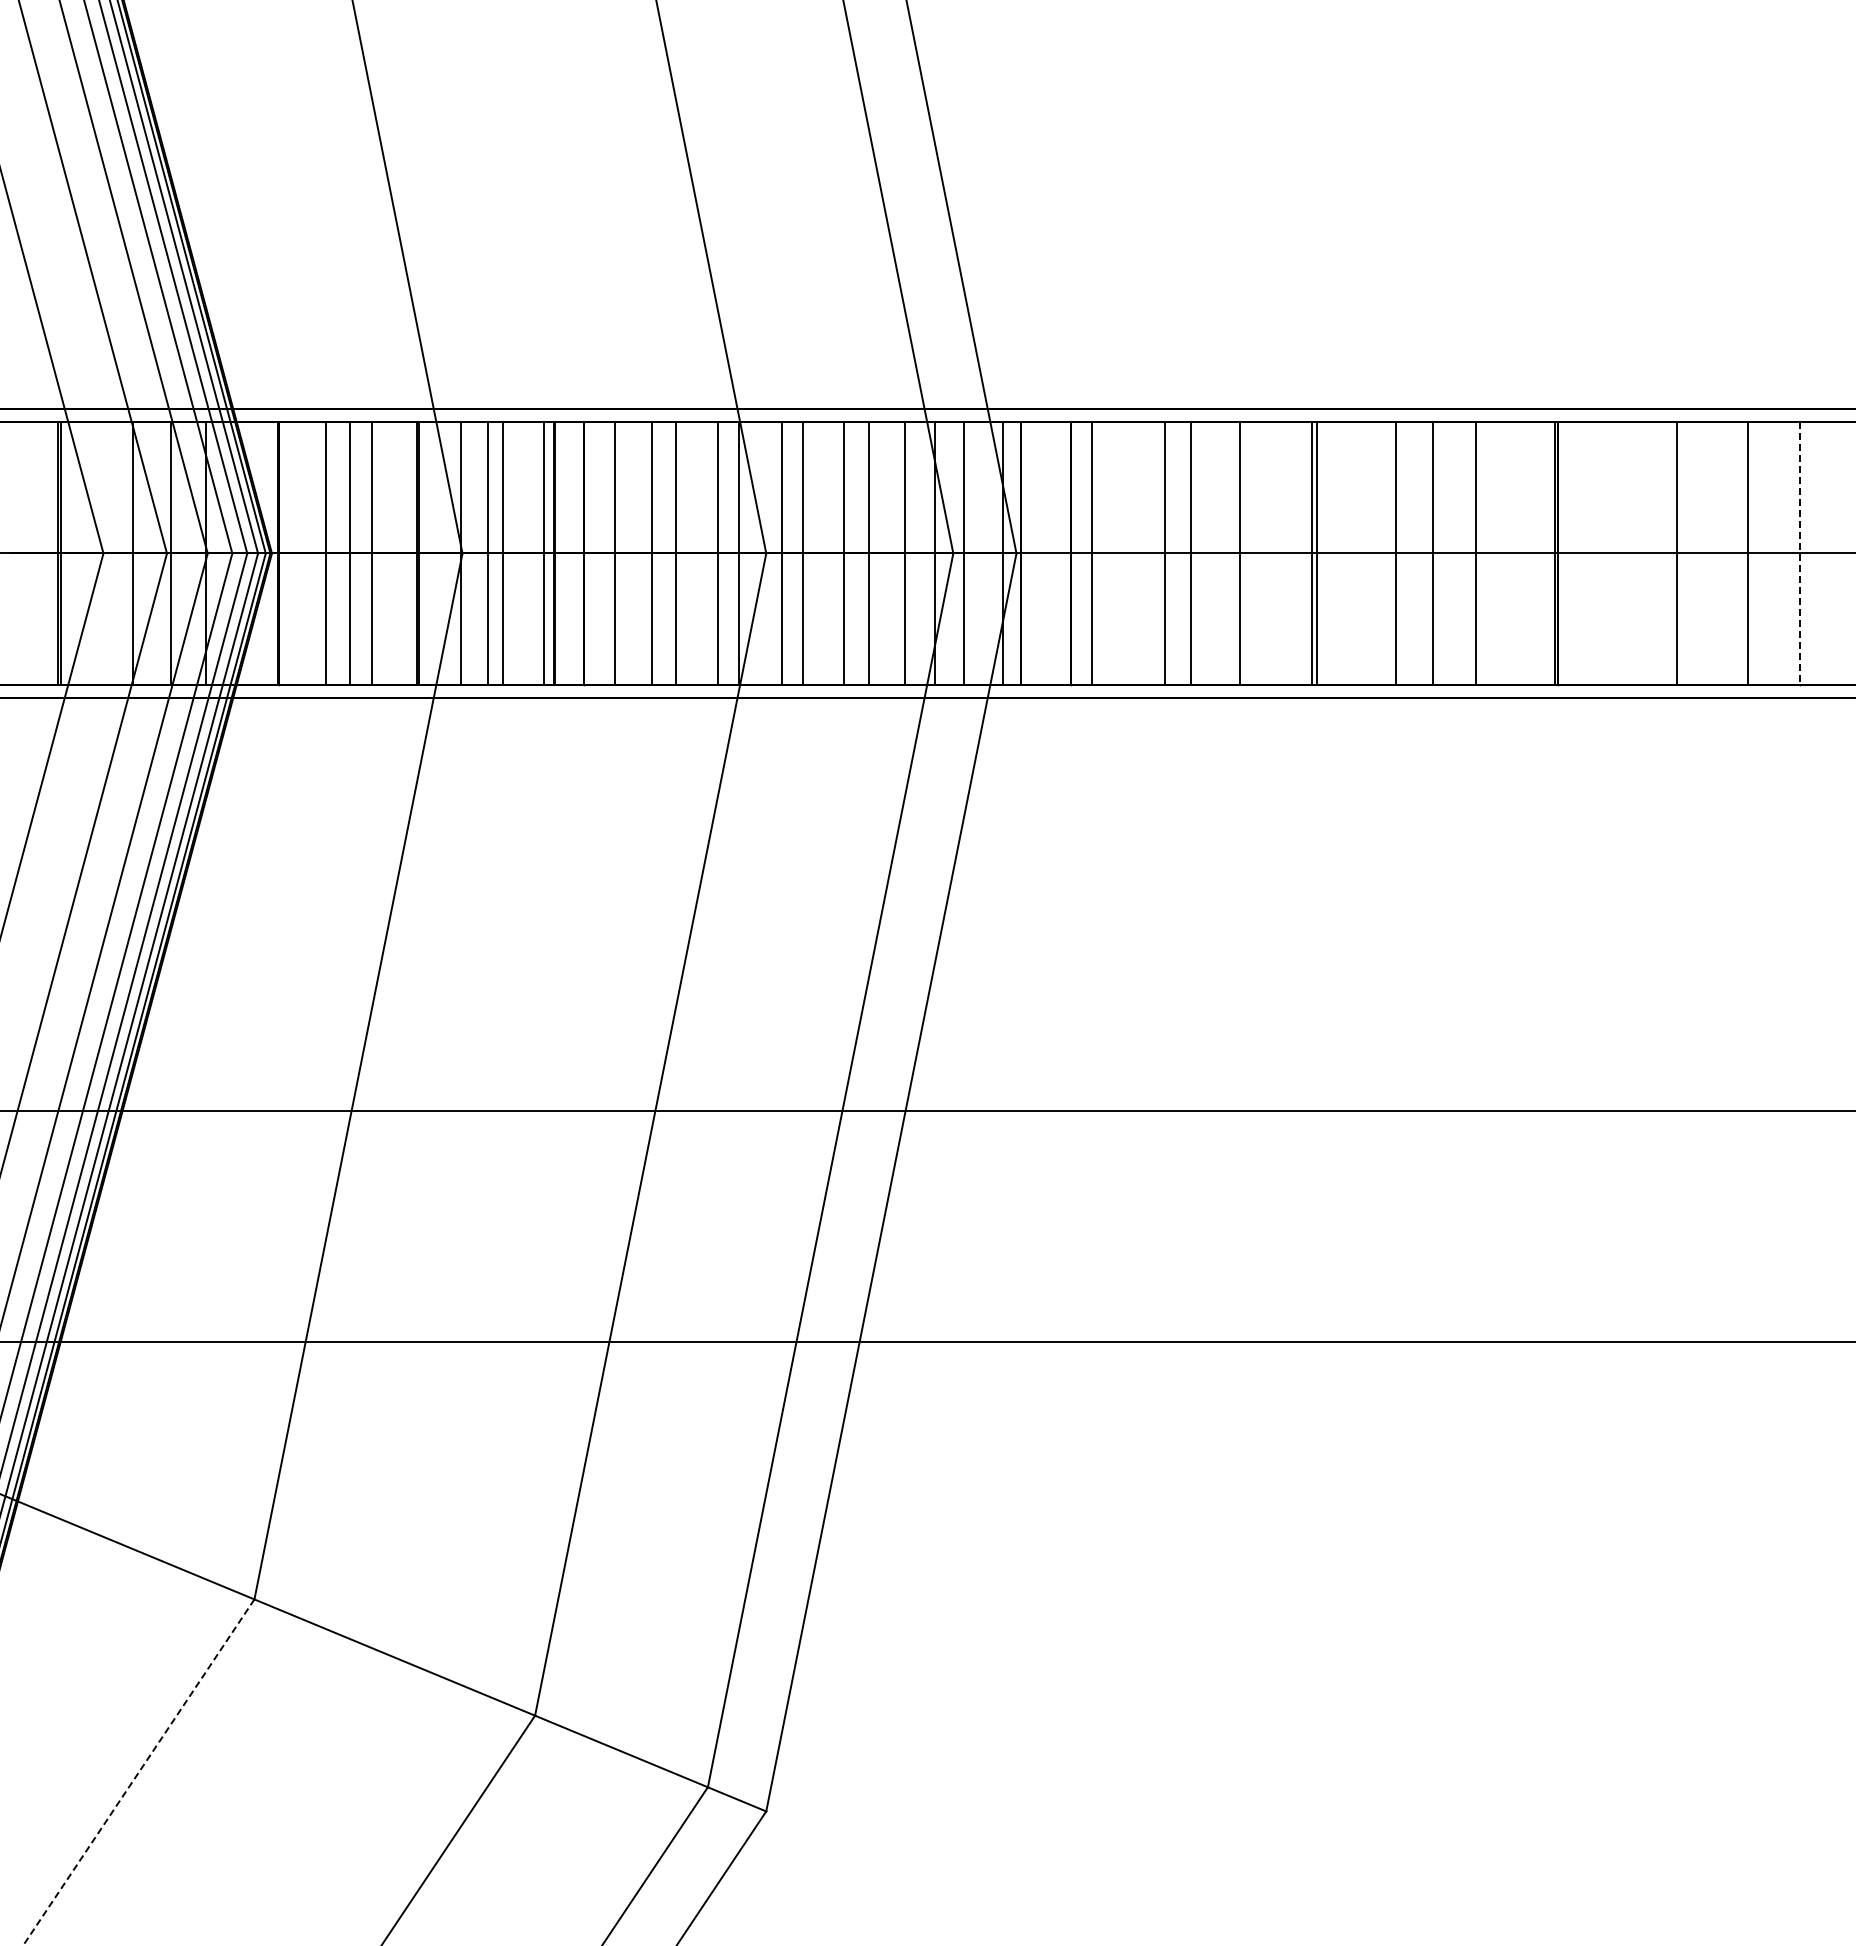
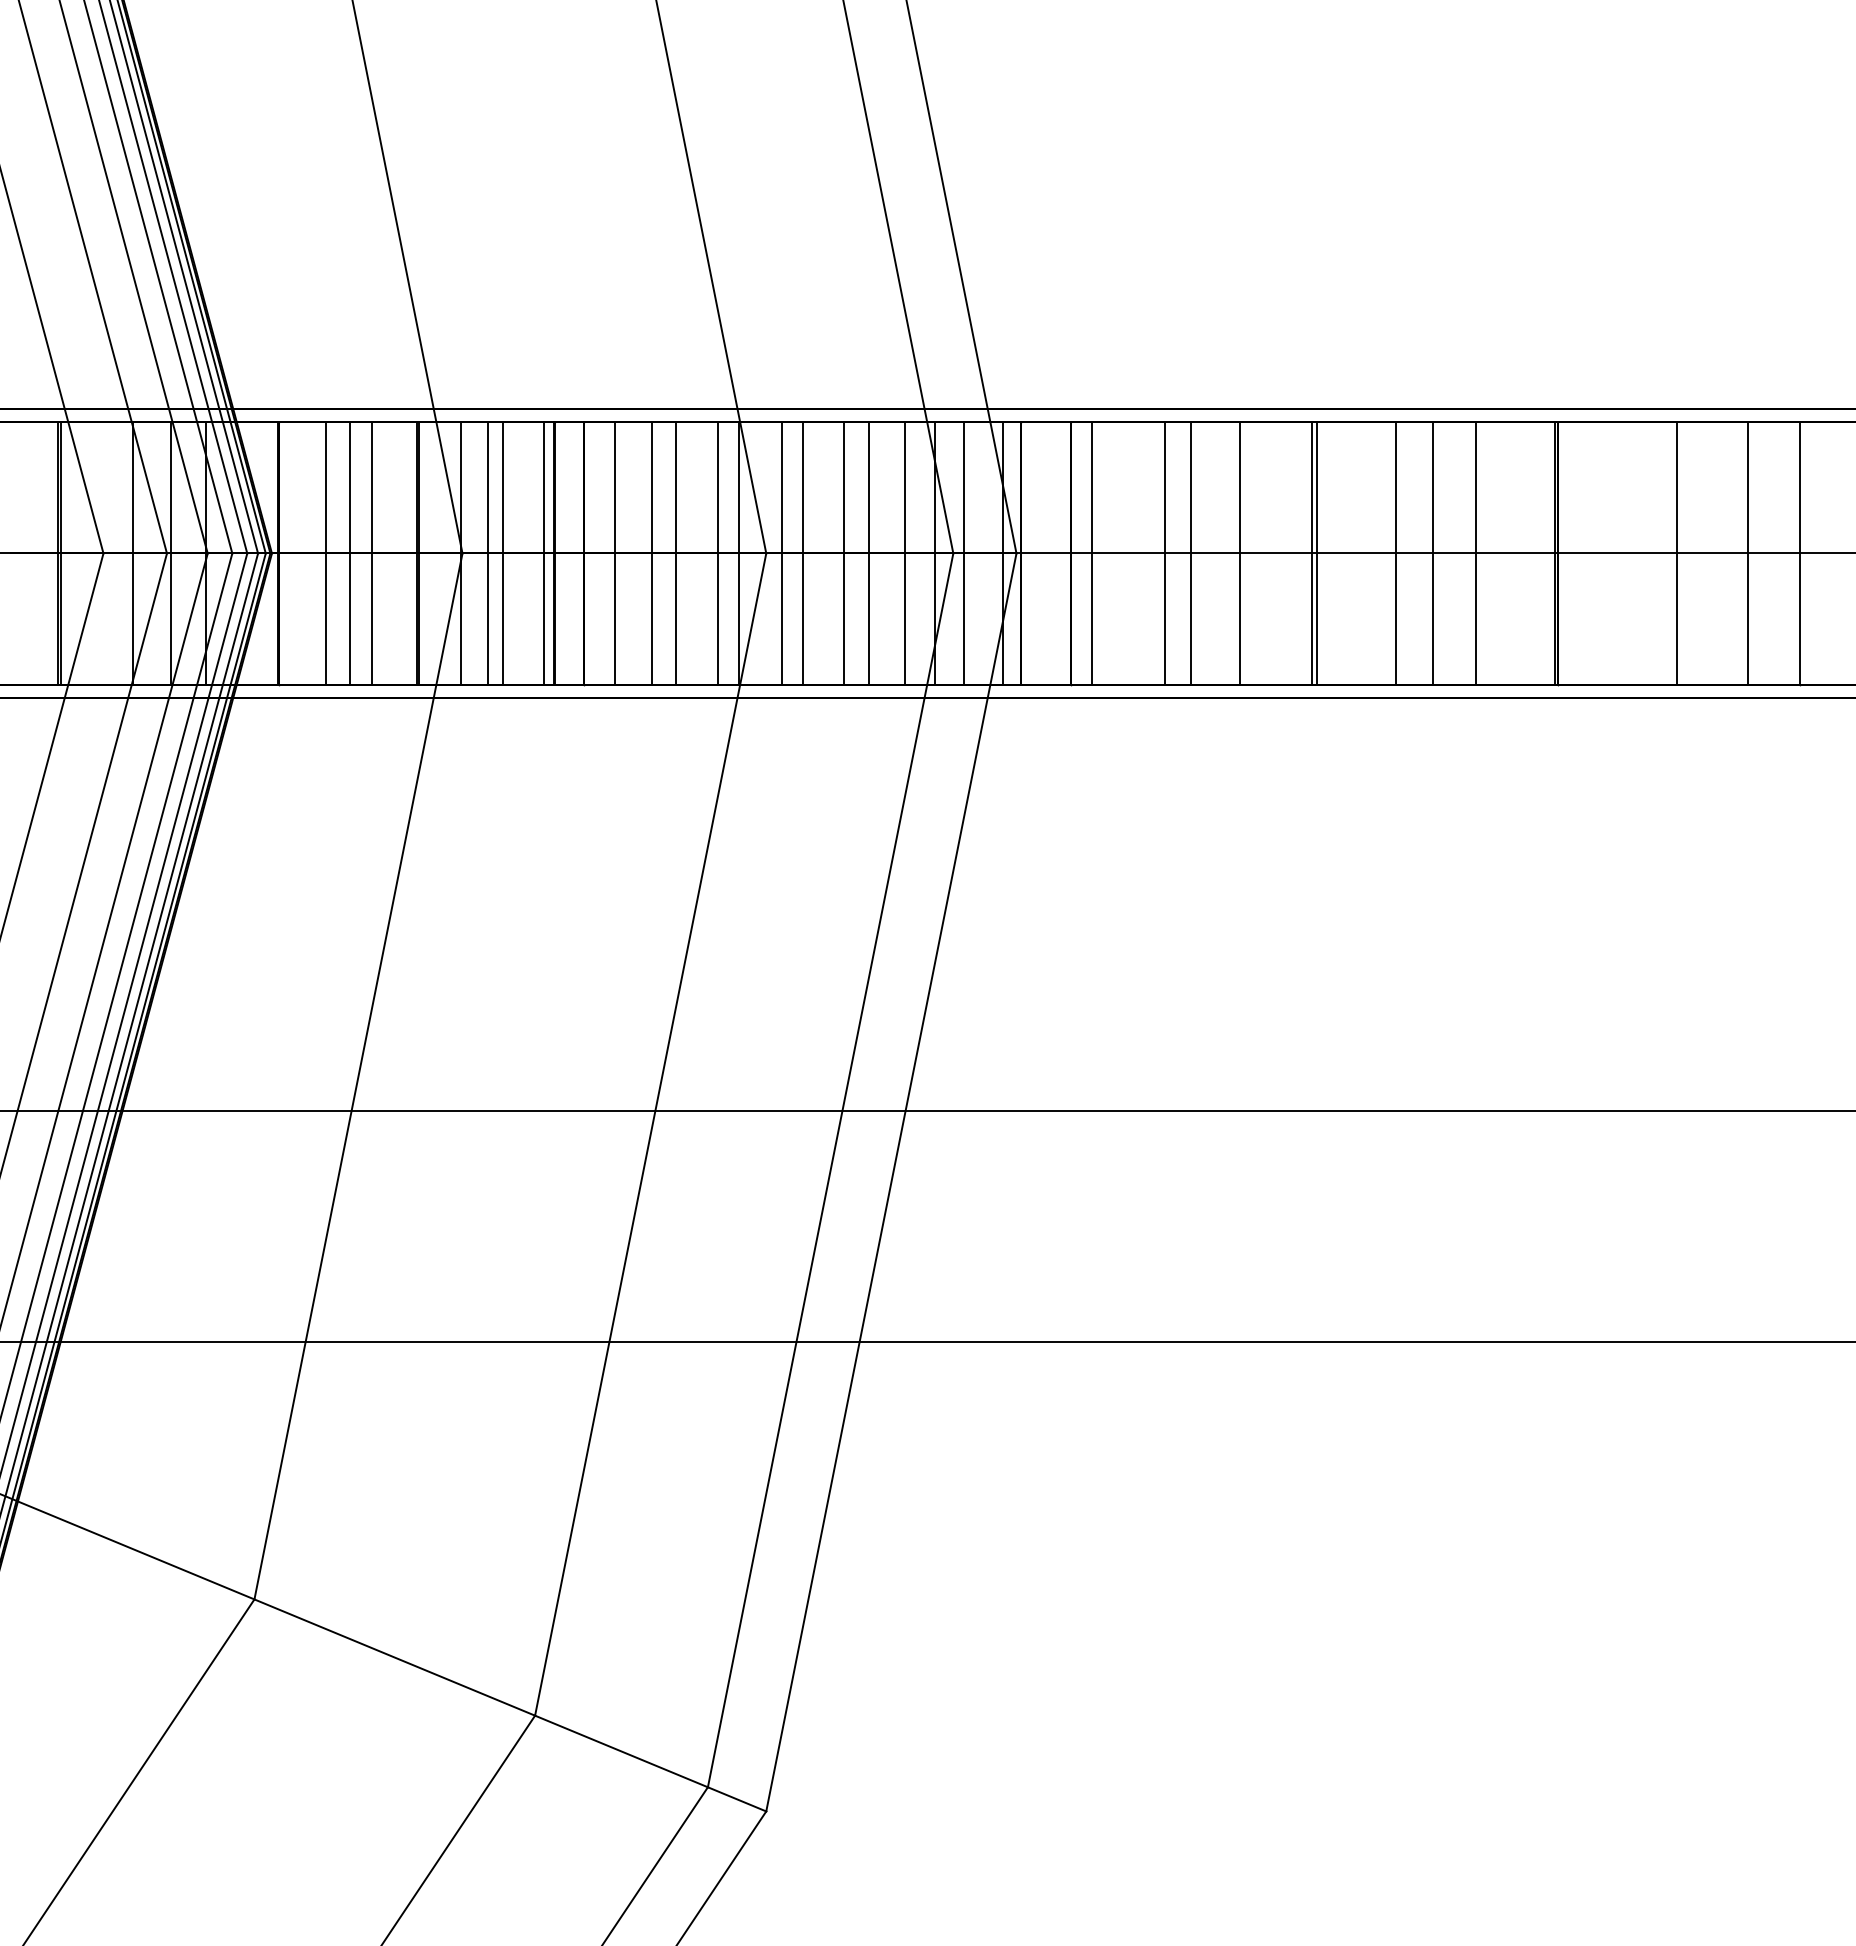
line at (1800, 553): dashed -> solid
line at (138, 1773): dashed -> solid
